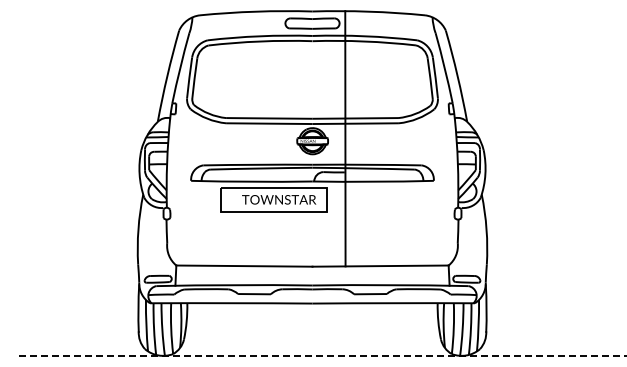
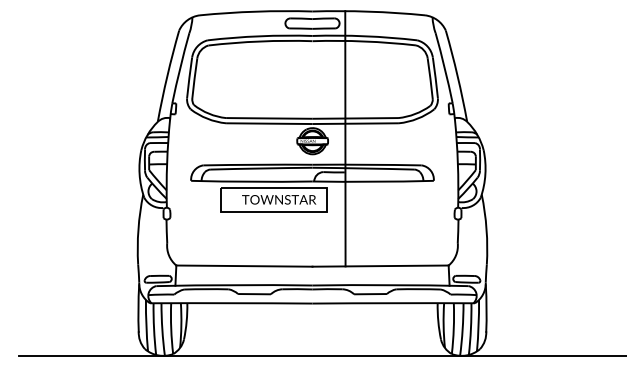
line at (322, 355): dashed -> solid
